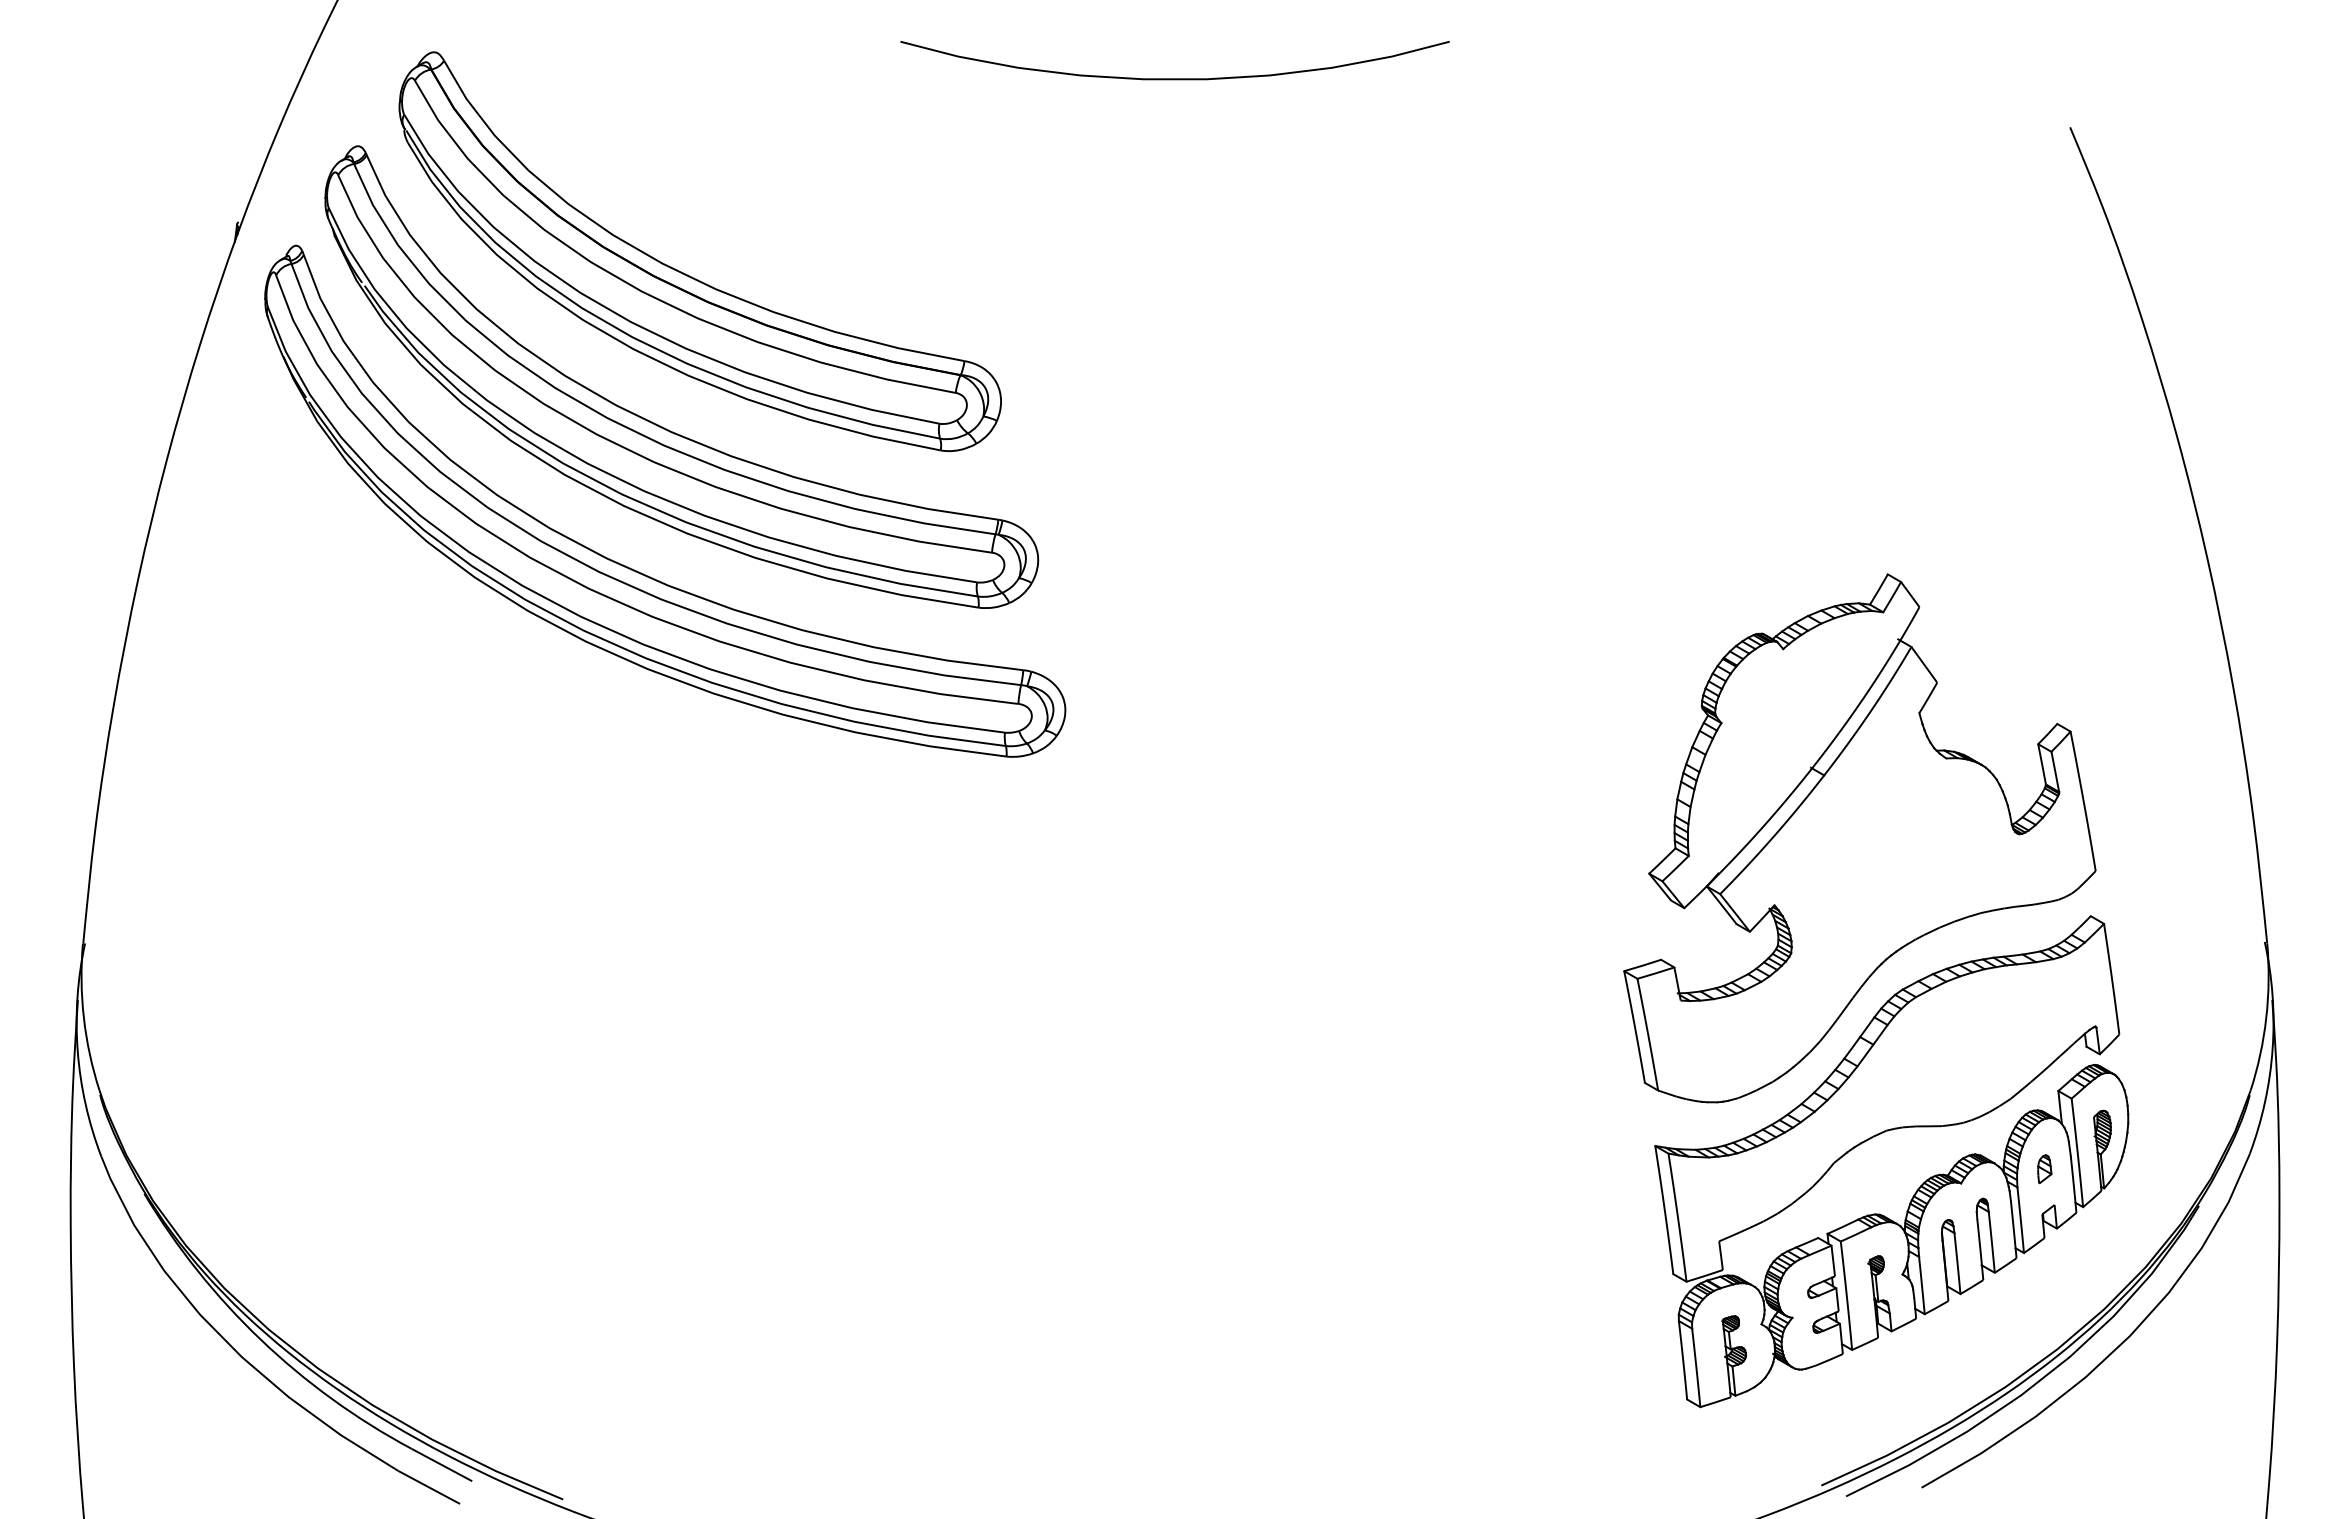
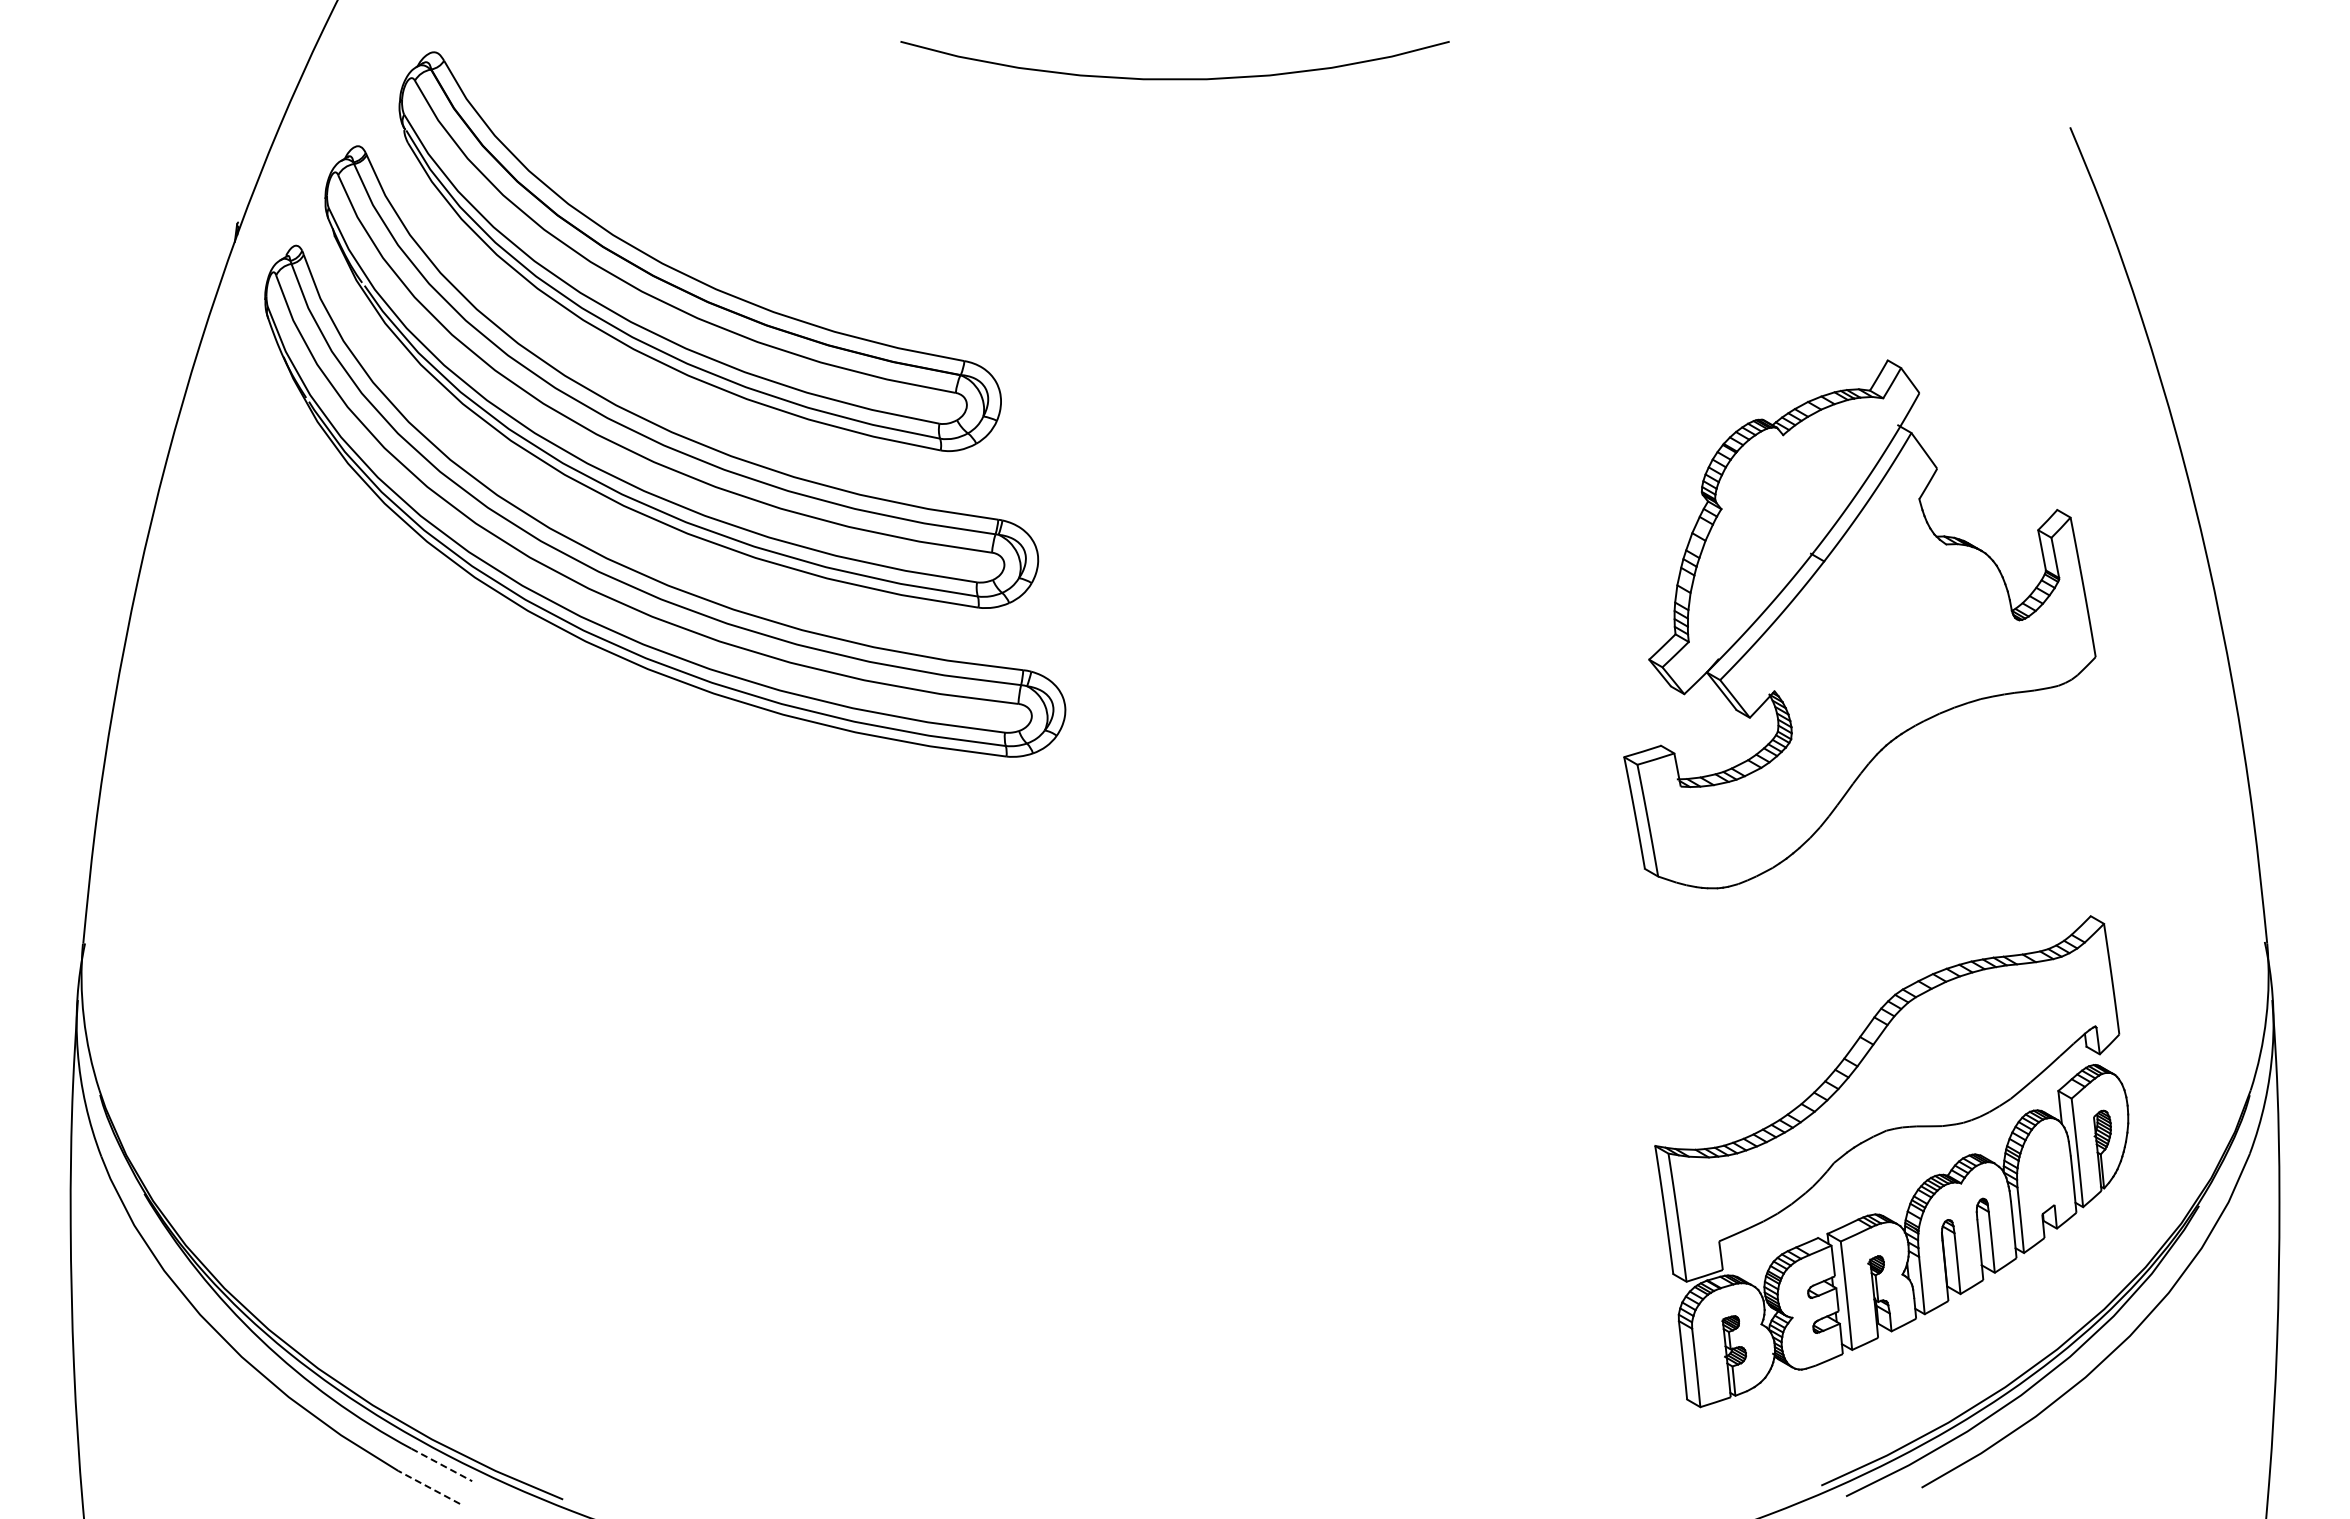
part at (1859, 838) position: (1859, 838) -> (1859, 624)
part at (2044, 1169): present -> none
line at (442, 1465): solid -> dashed
line at (428, 1487): solid -> dashed
